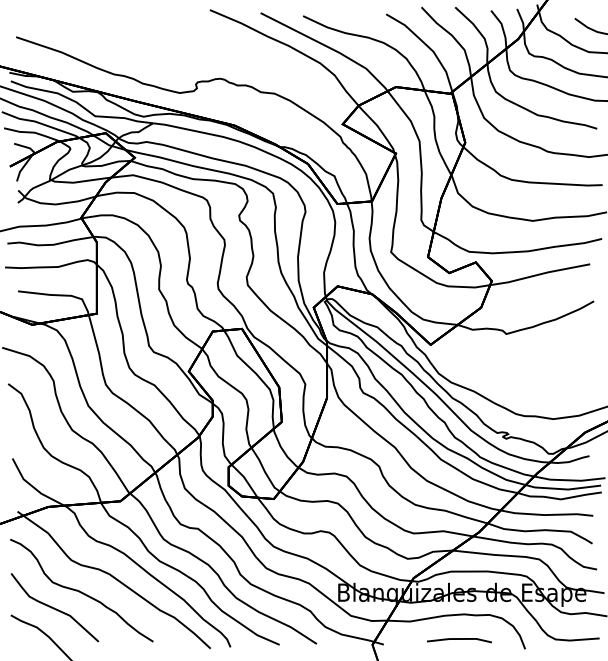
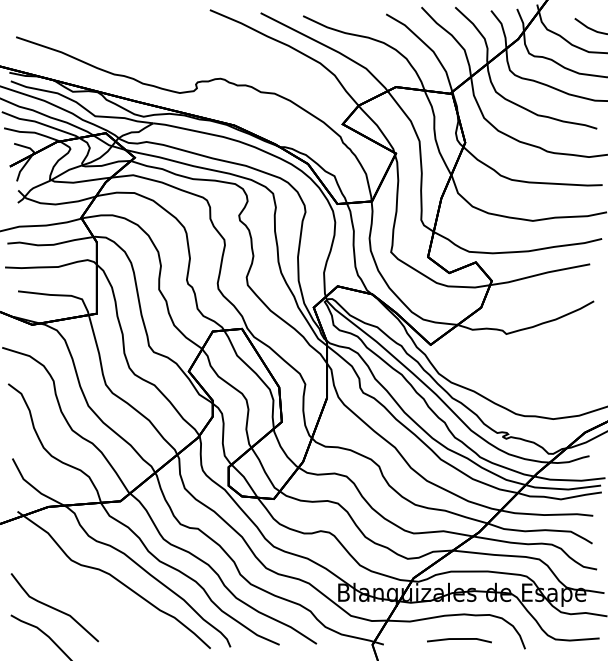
part at (81, 590): present -> none
